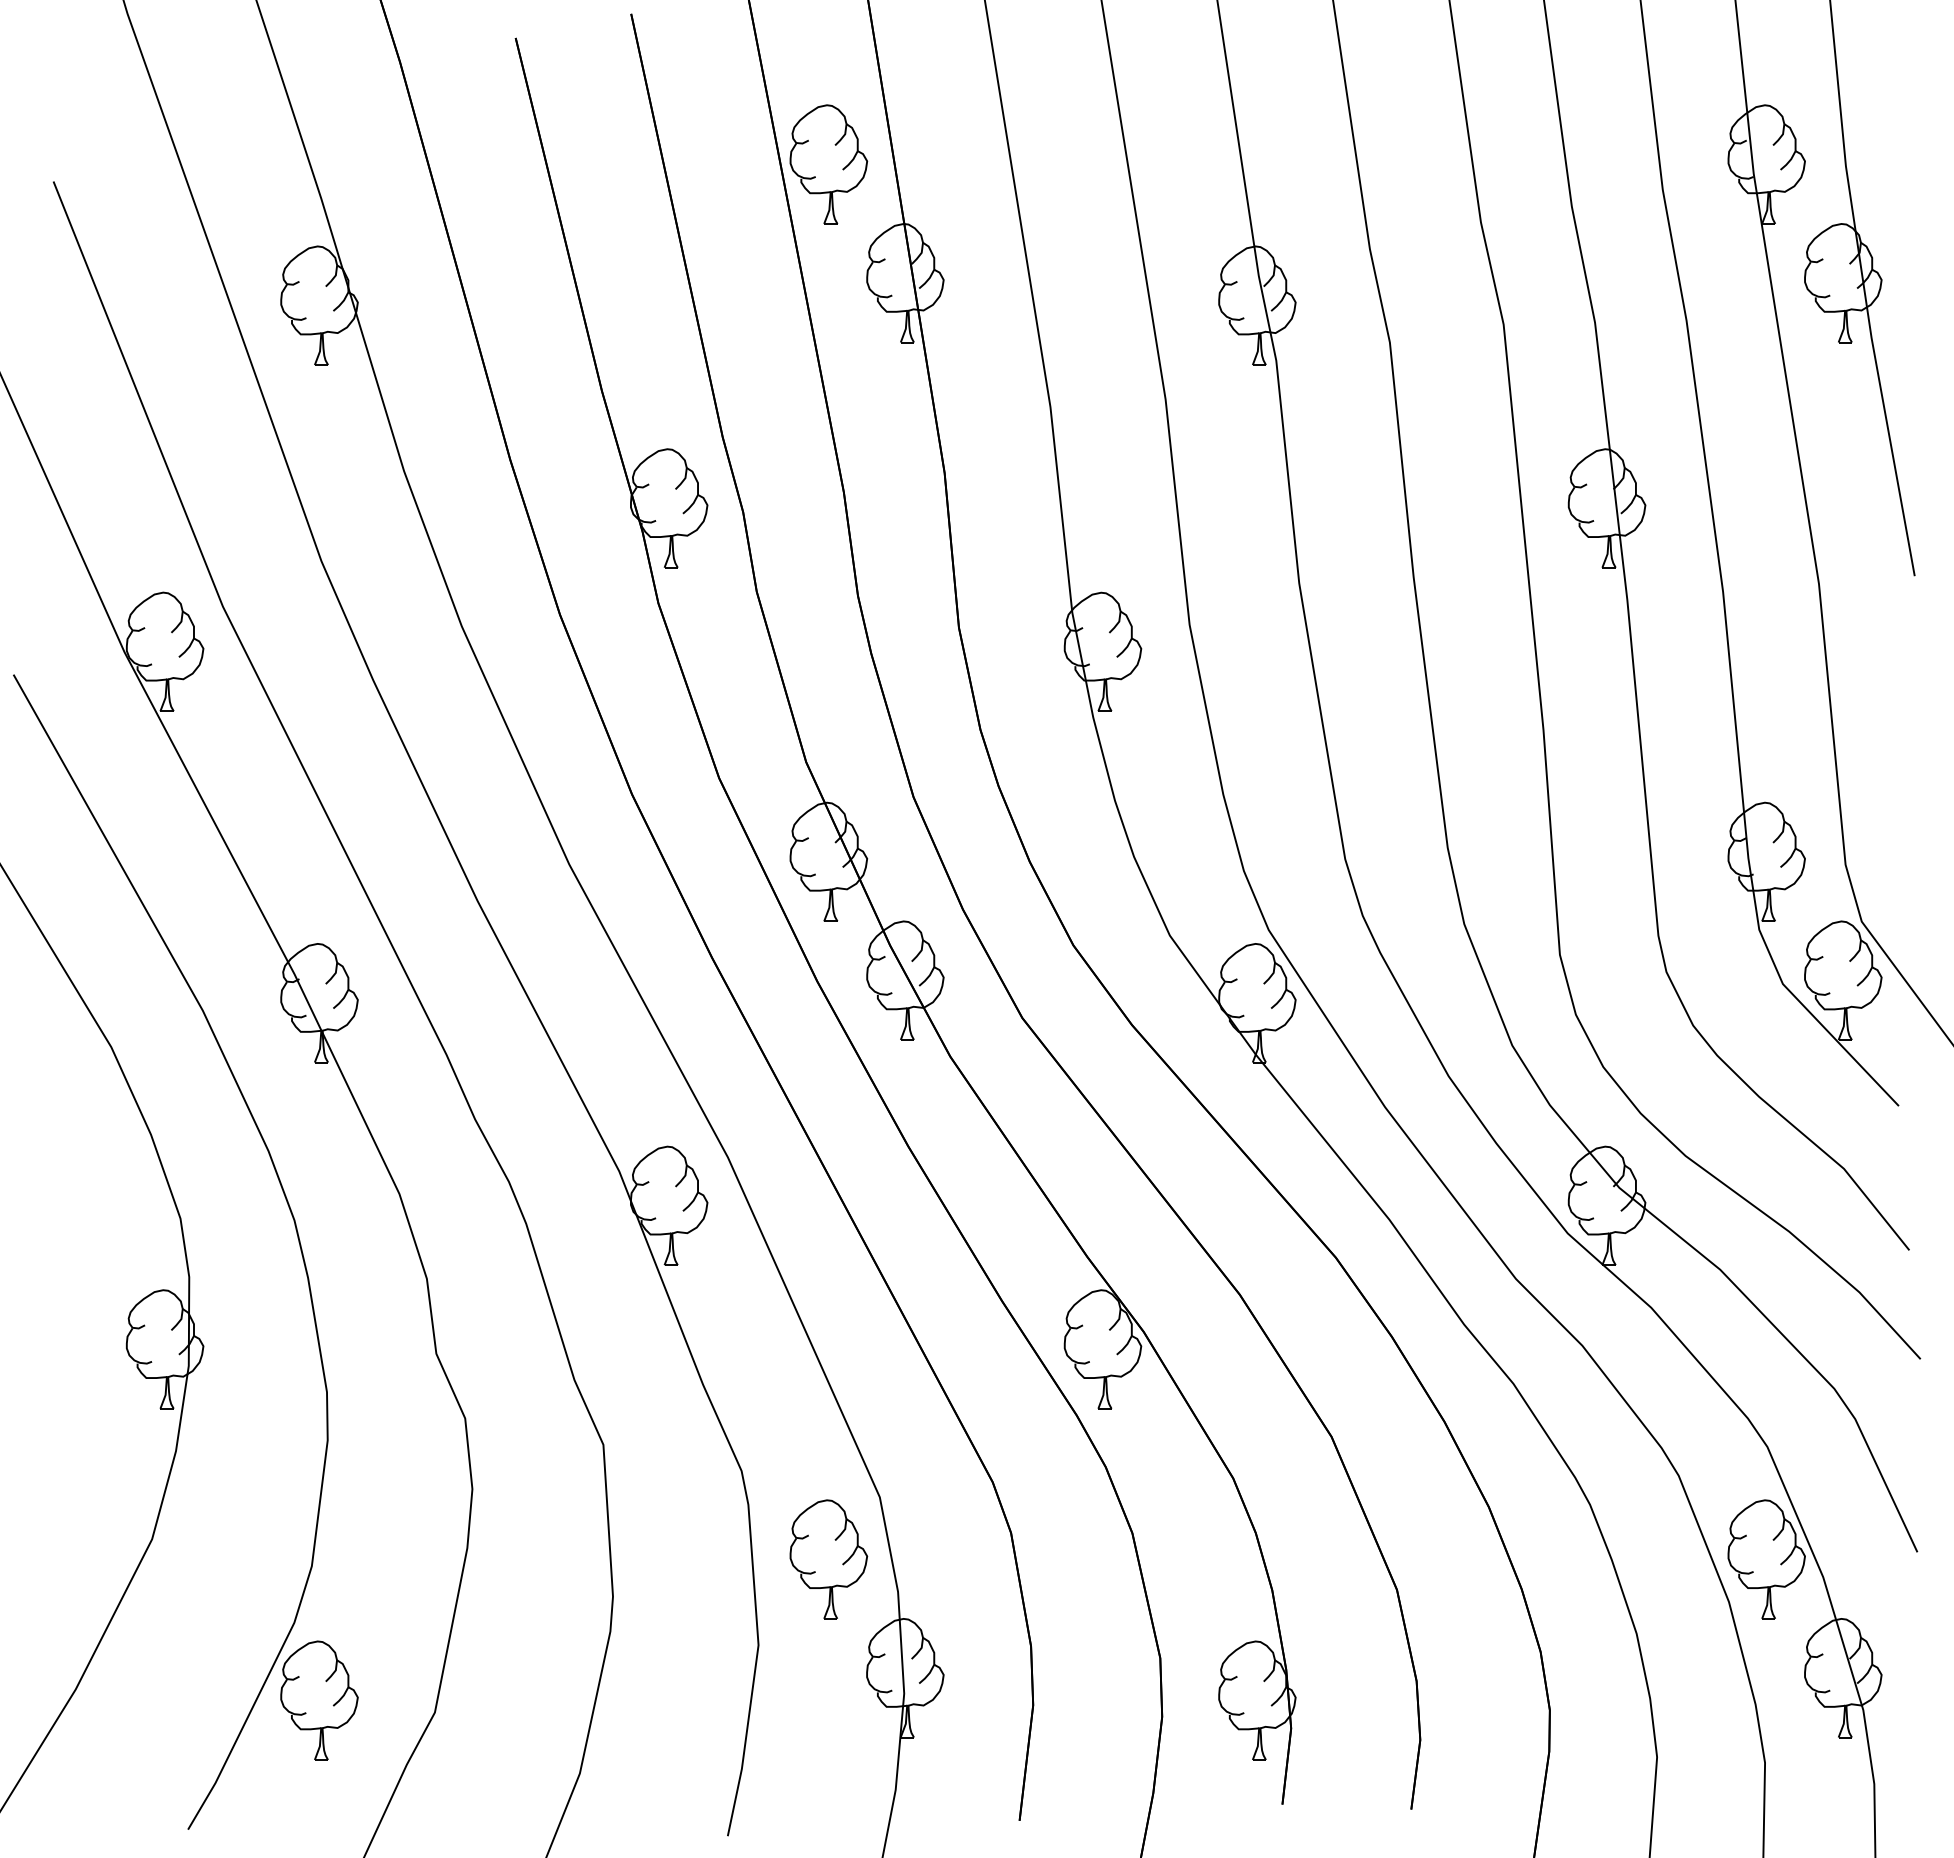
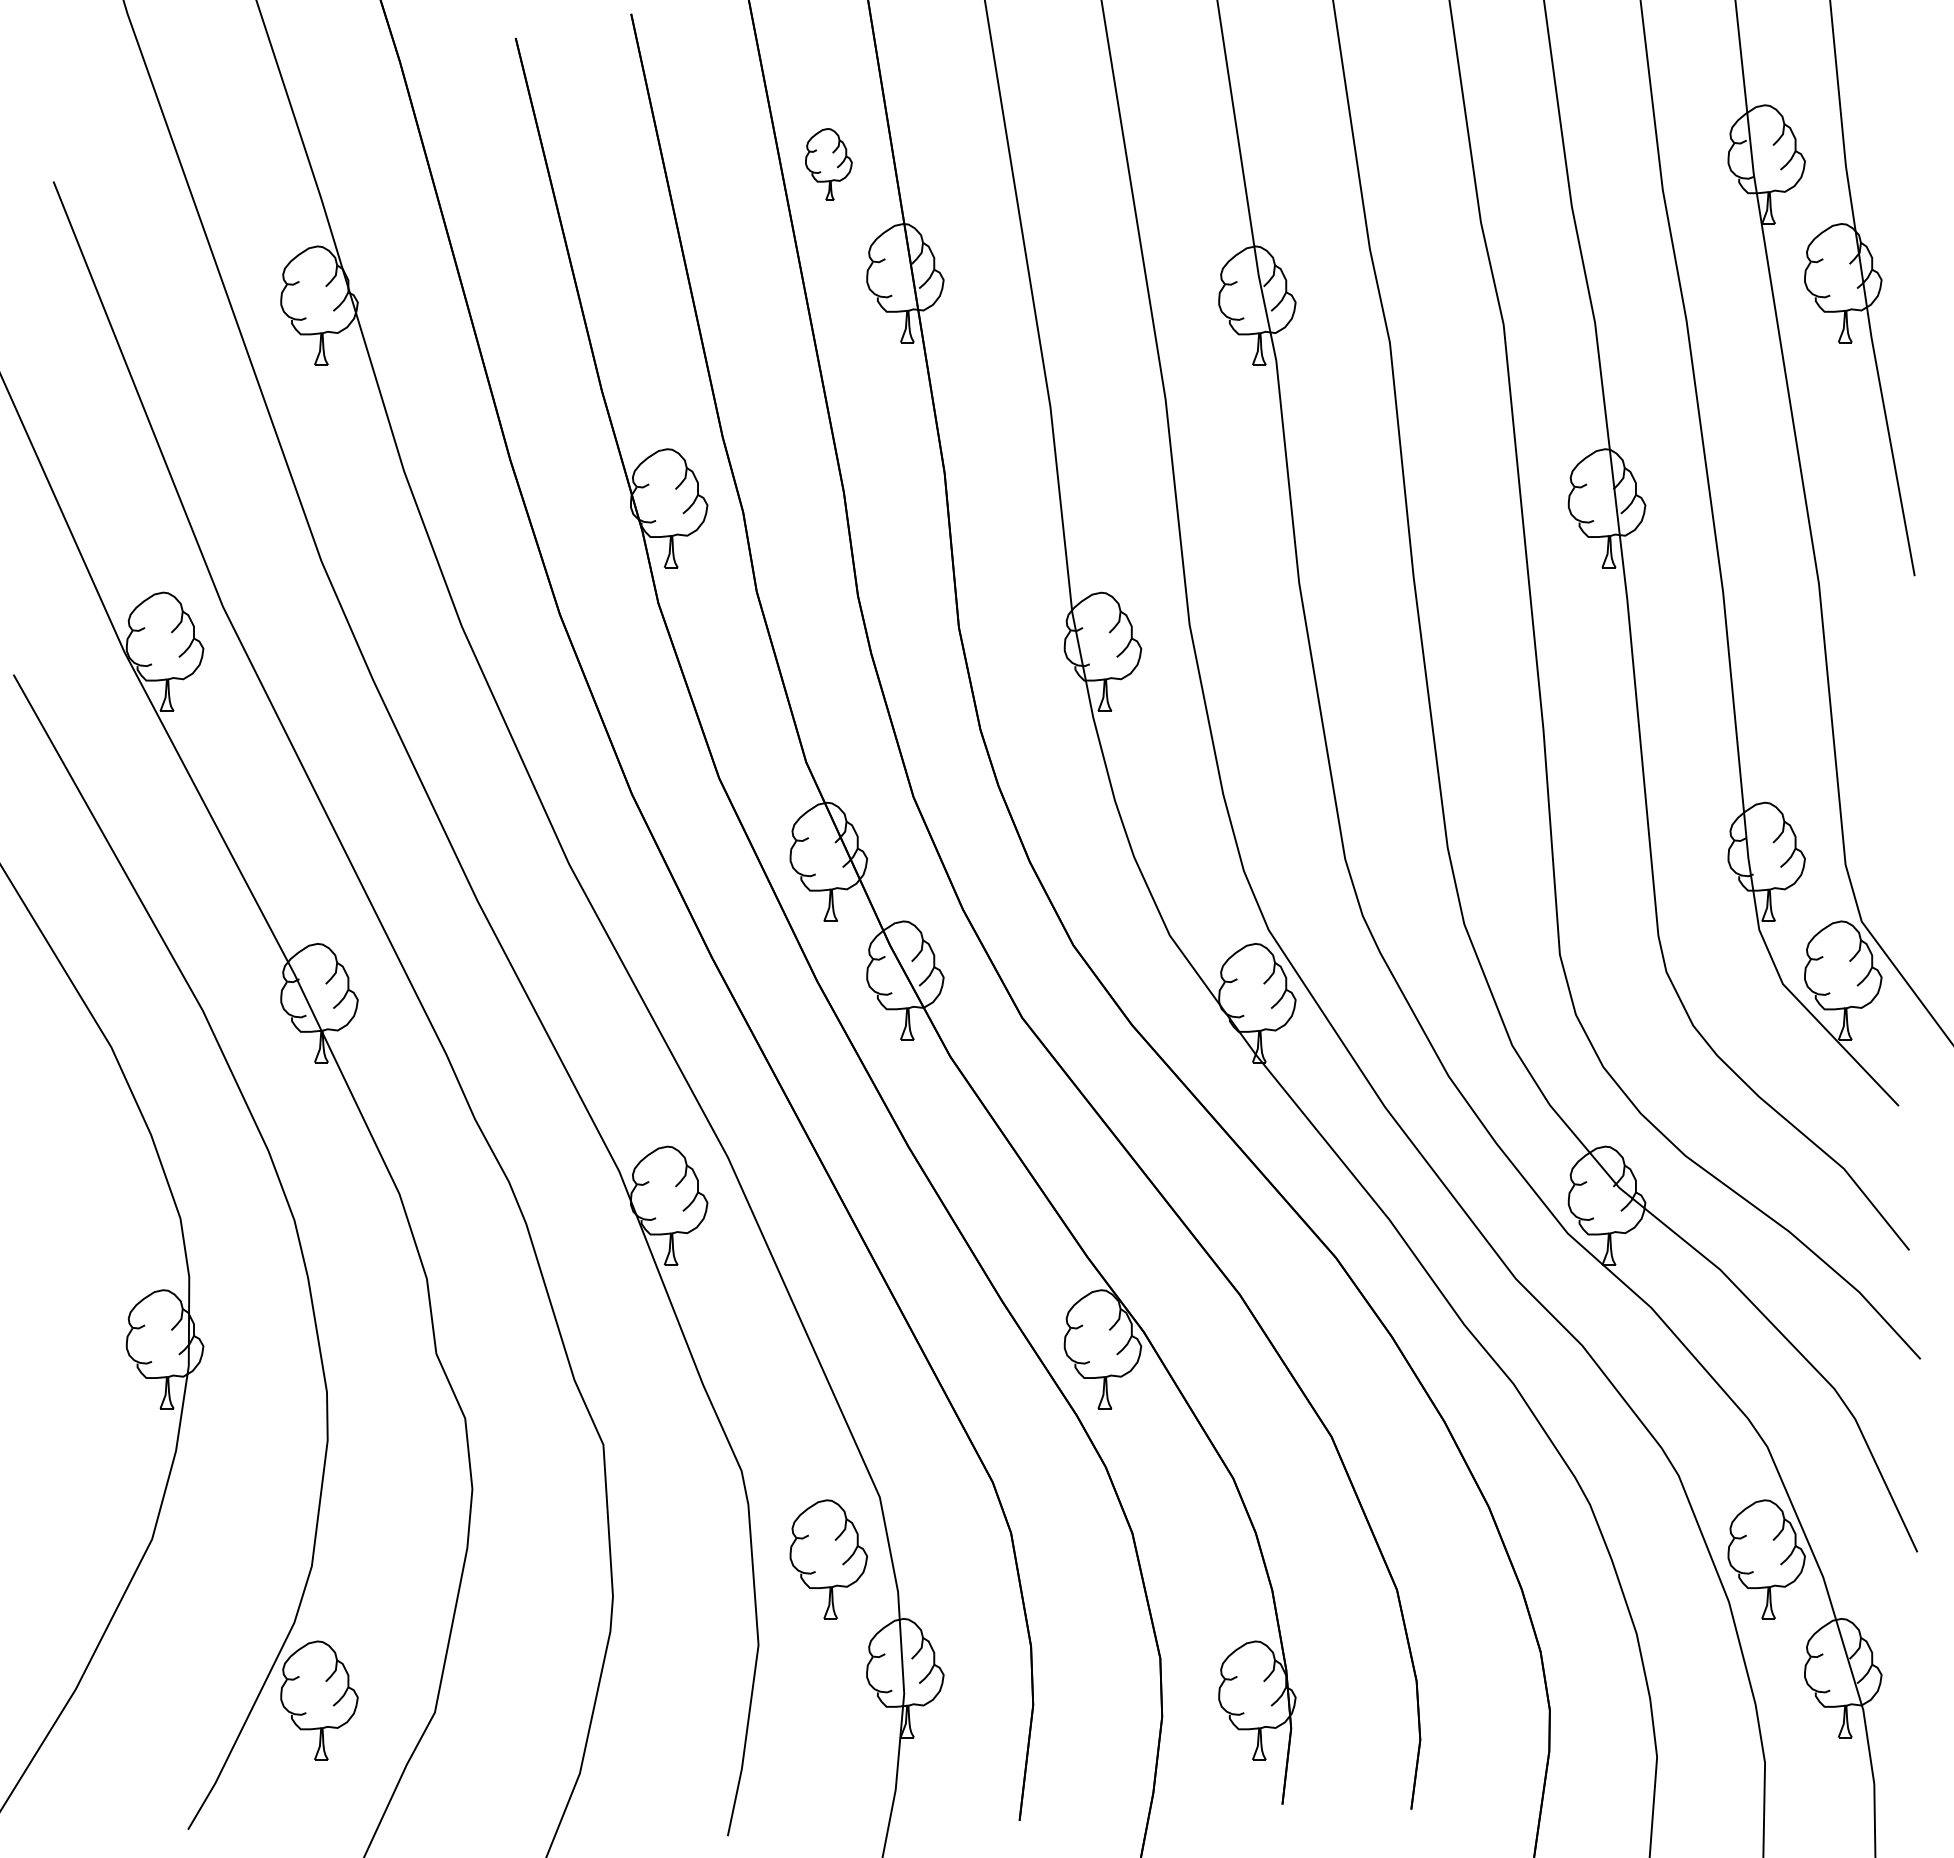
part at (828, 164) size: 80x121 px -> 48x73 px
